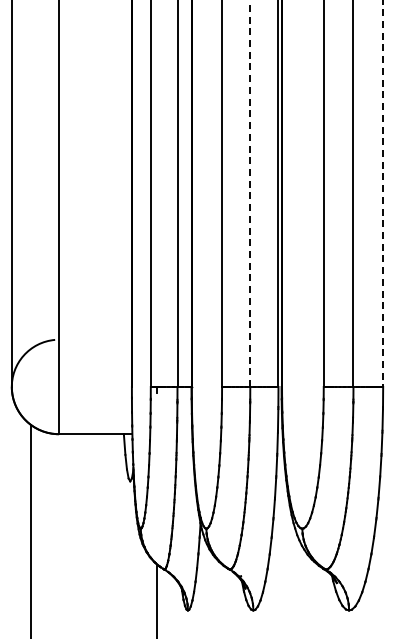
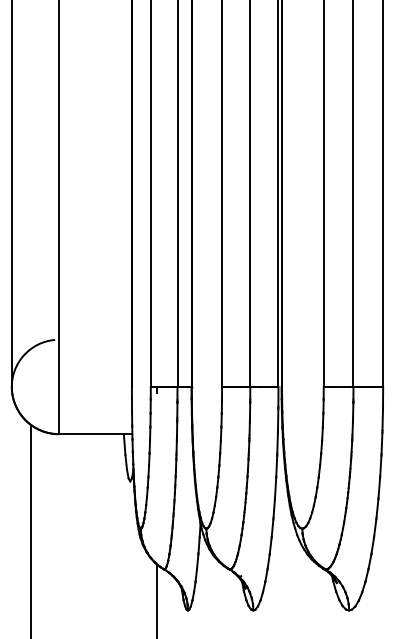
line at (250, 193): dashed -> solid
line at (383, 193): dashed -> solid
